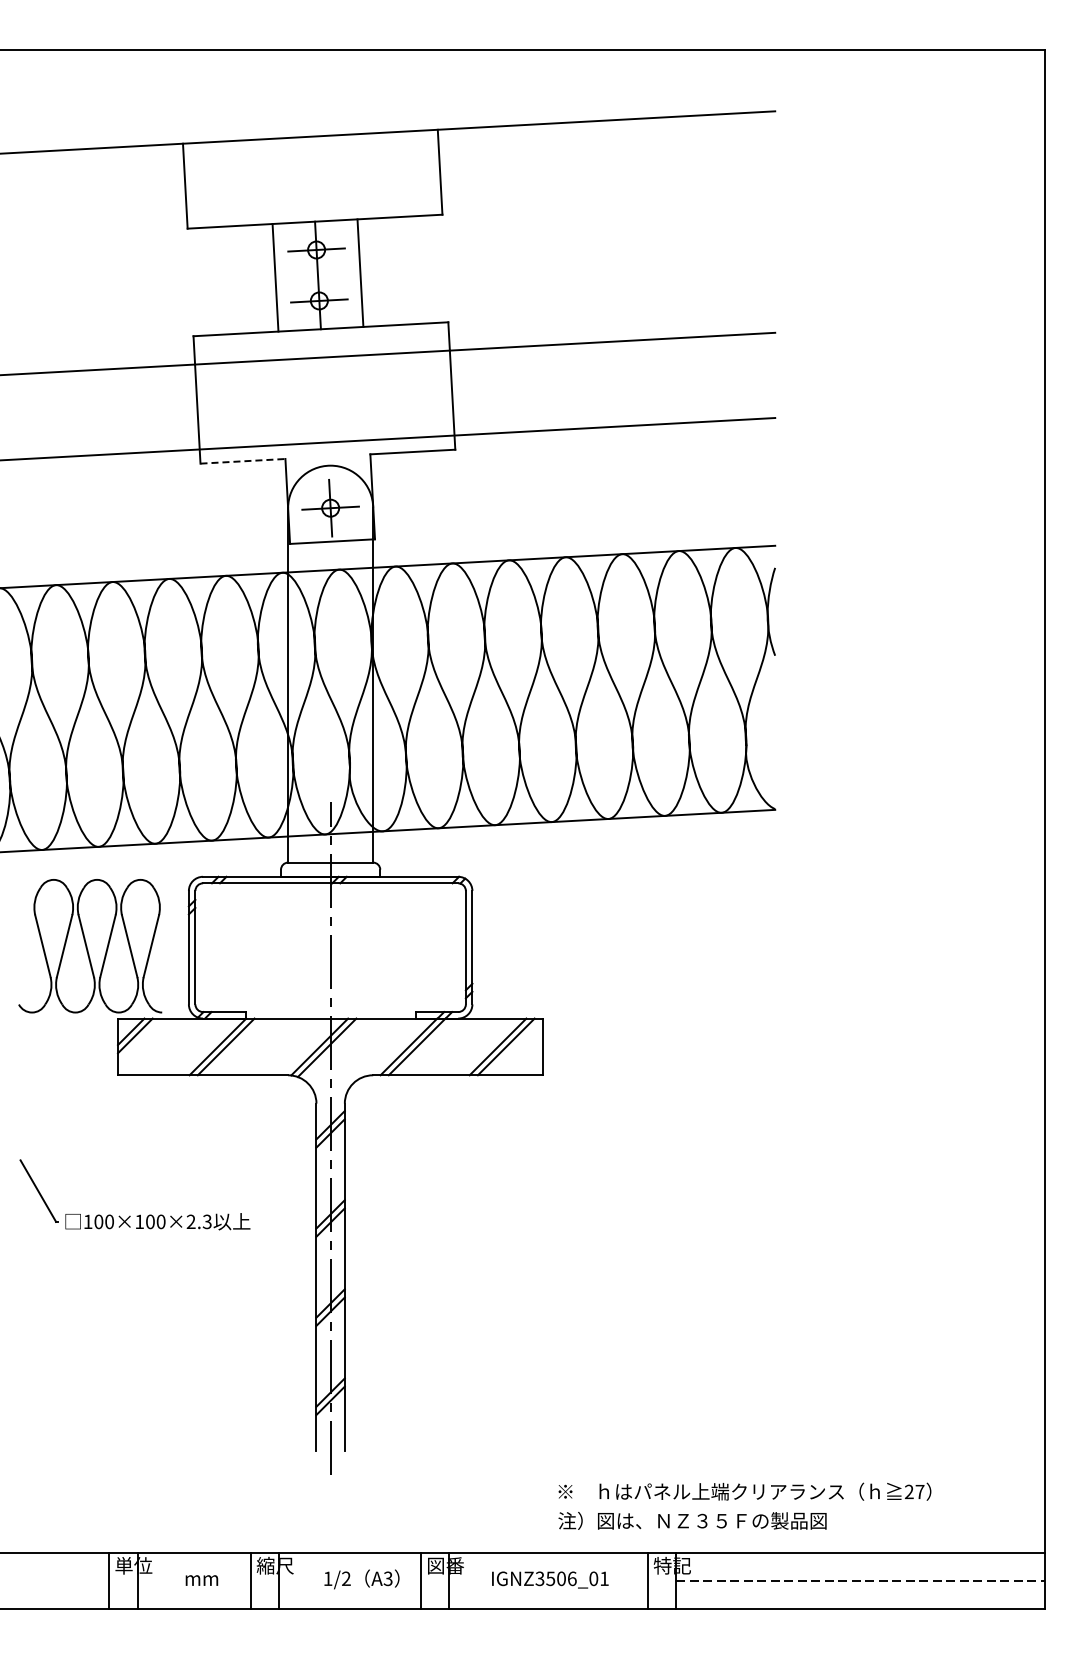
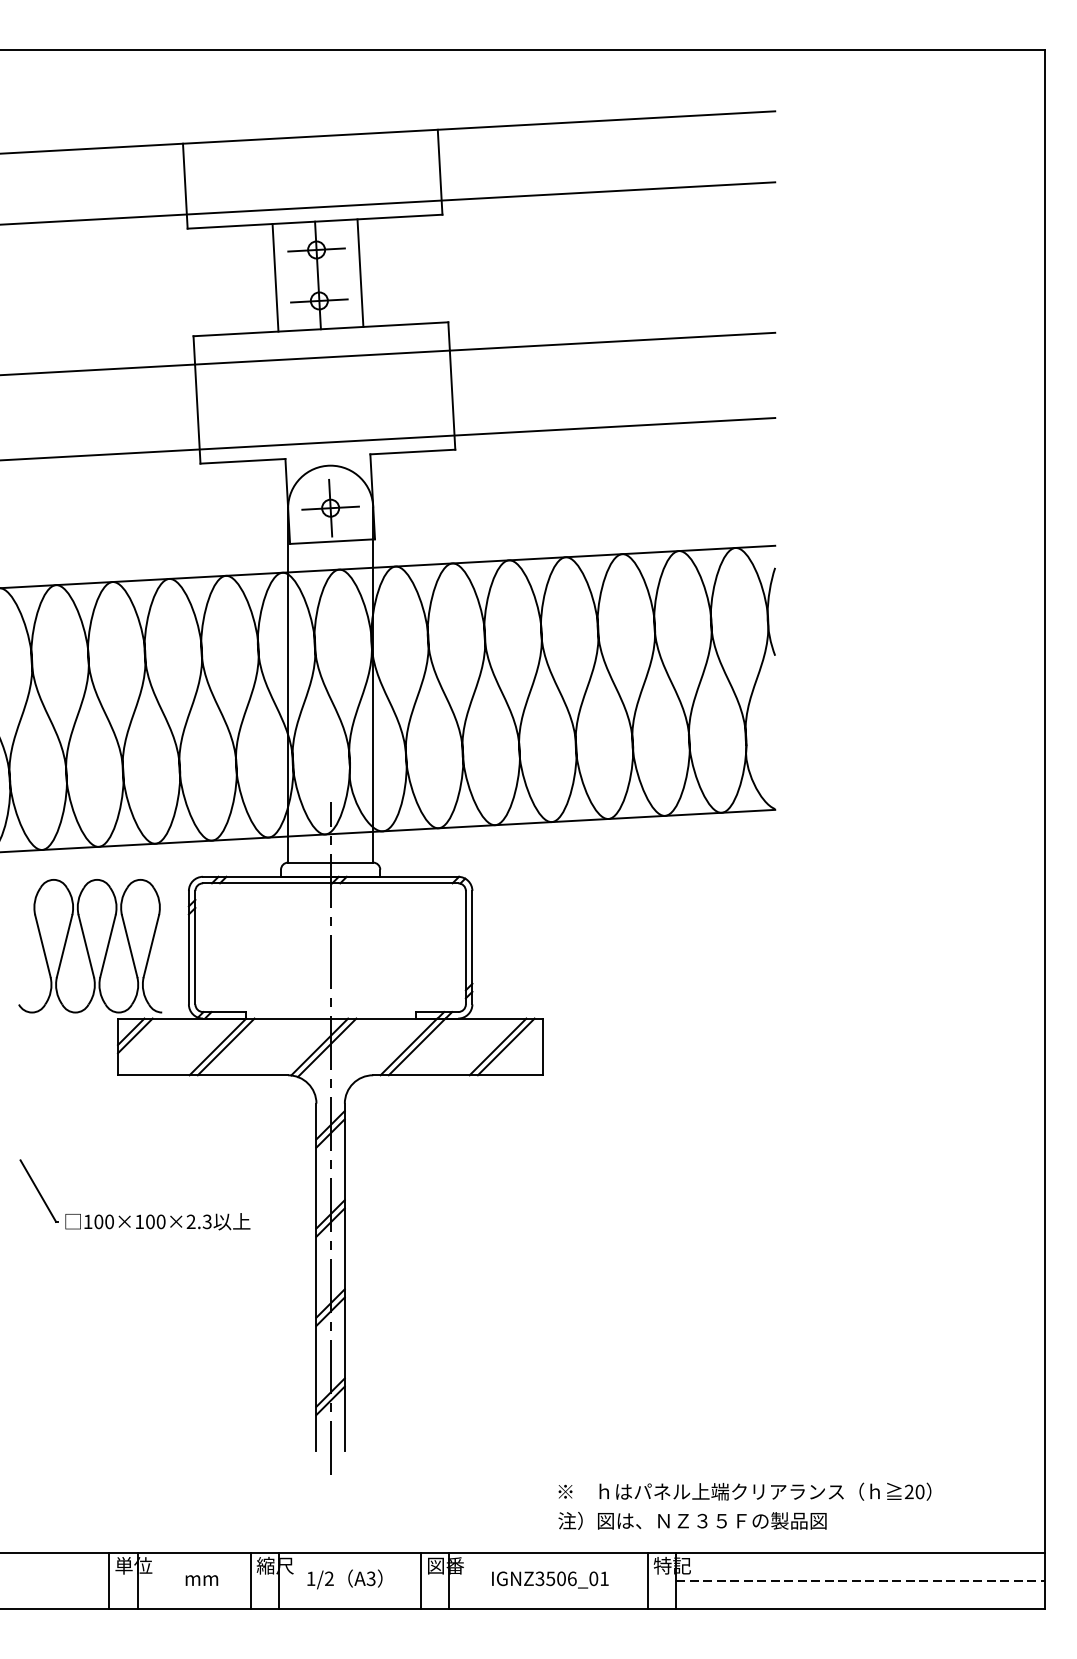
line at (388, 203): none -> present
line at (242, 461): dashed -> solid
text at (919, 1491): 27 -> 20
text at (361, 1579) position: (361, 1579) -> (344, 1579)
